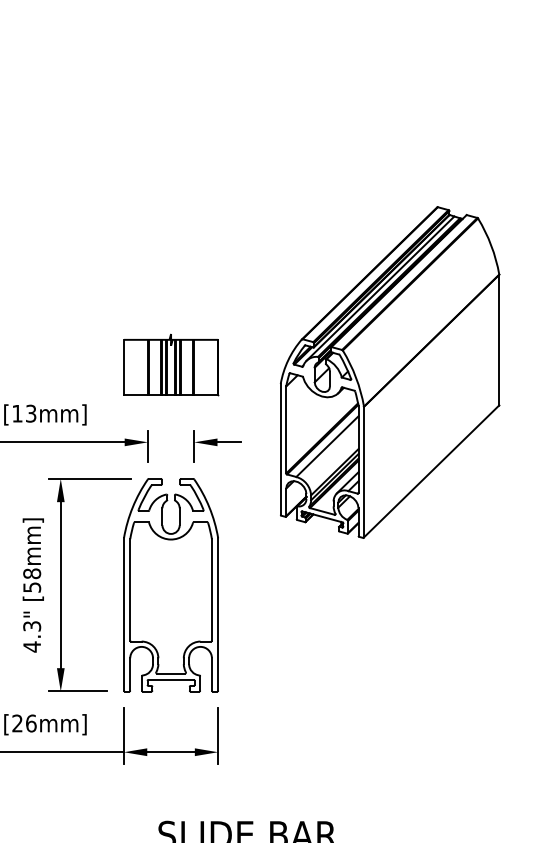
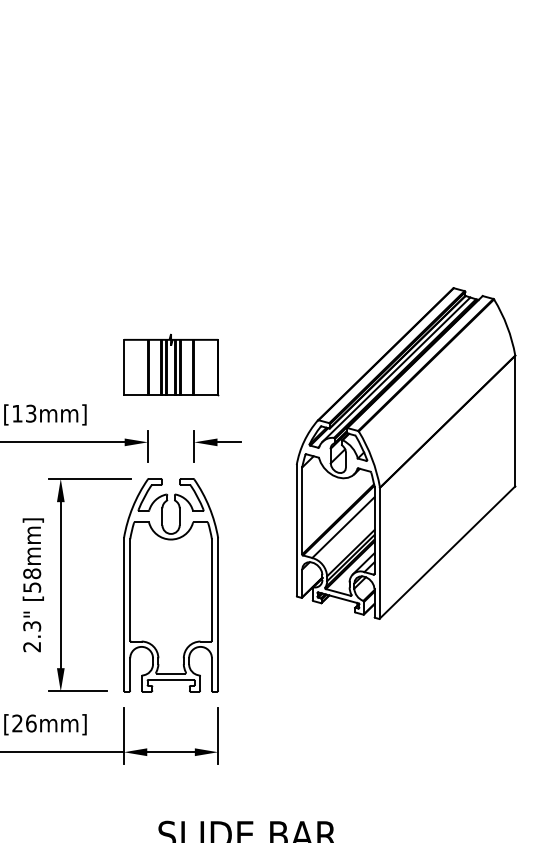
part at (390, 372) position: (390, 372) -> (406, 453)
text at (31, 646): 4.3" -> 2.3"
